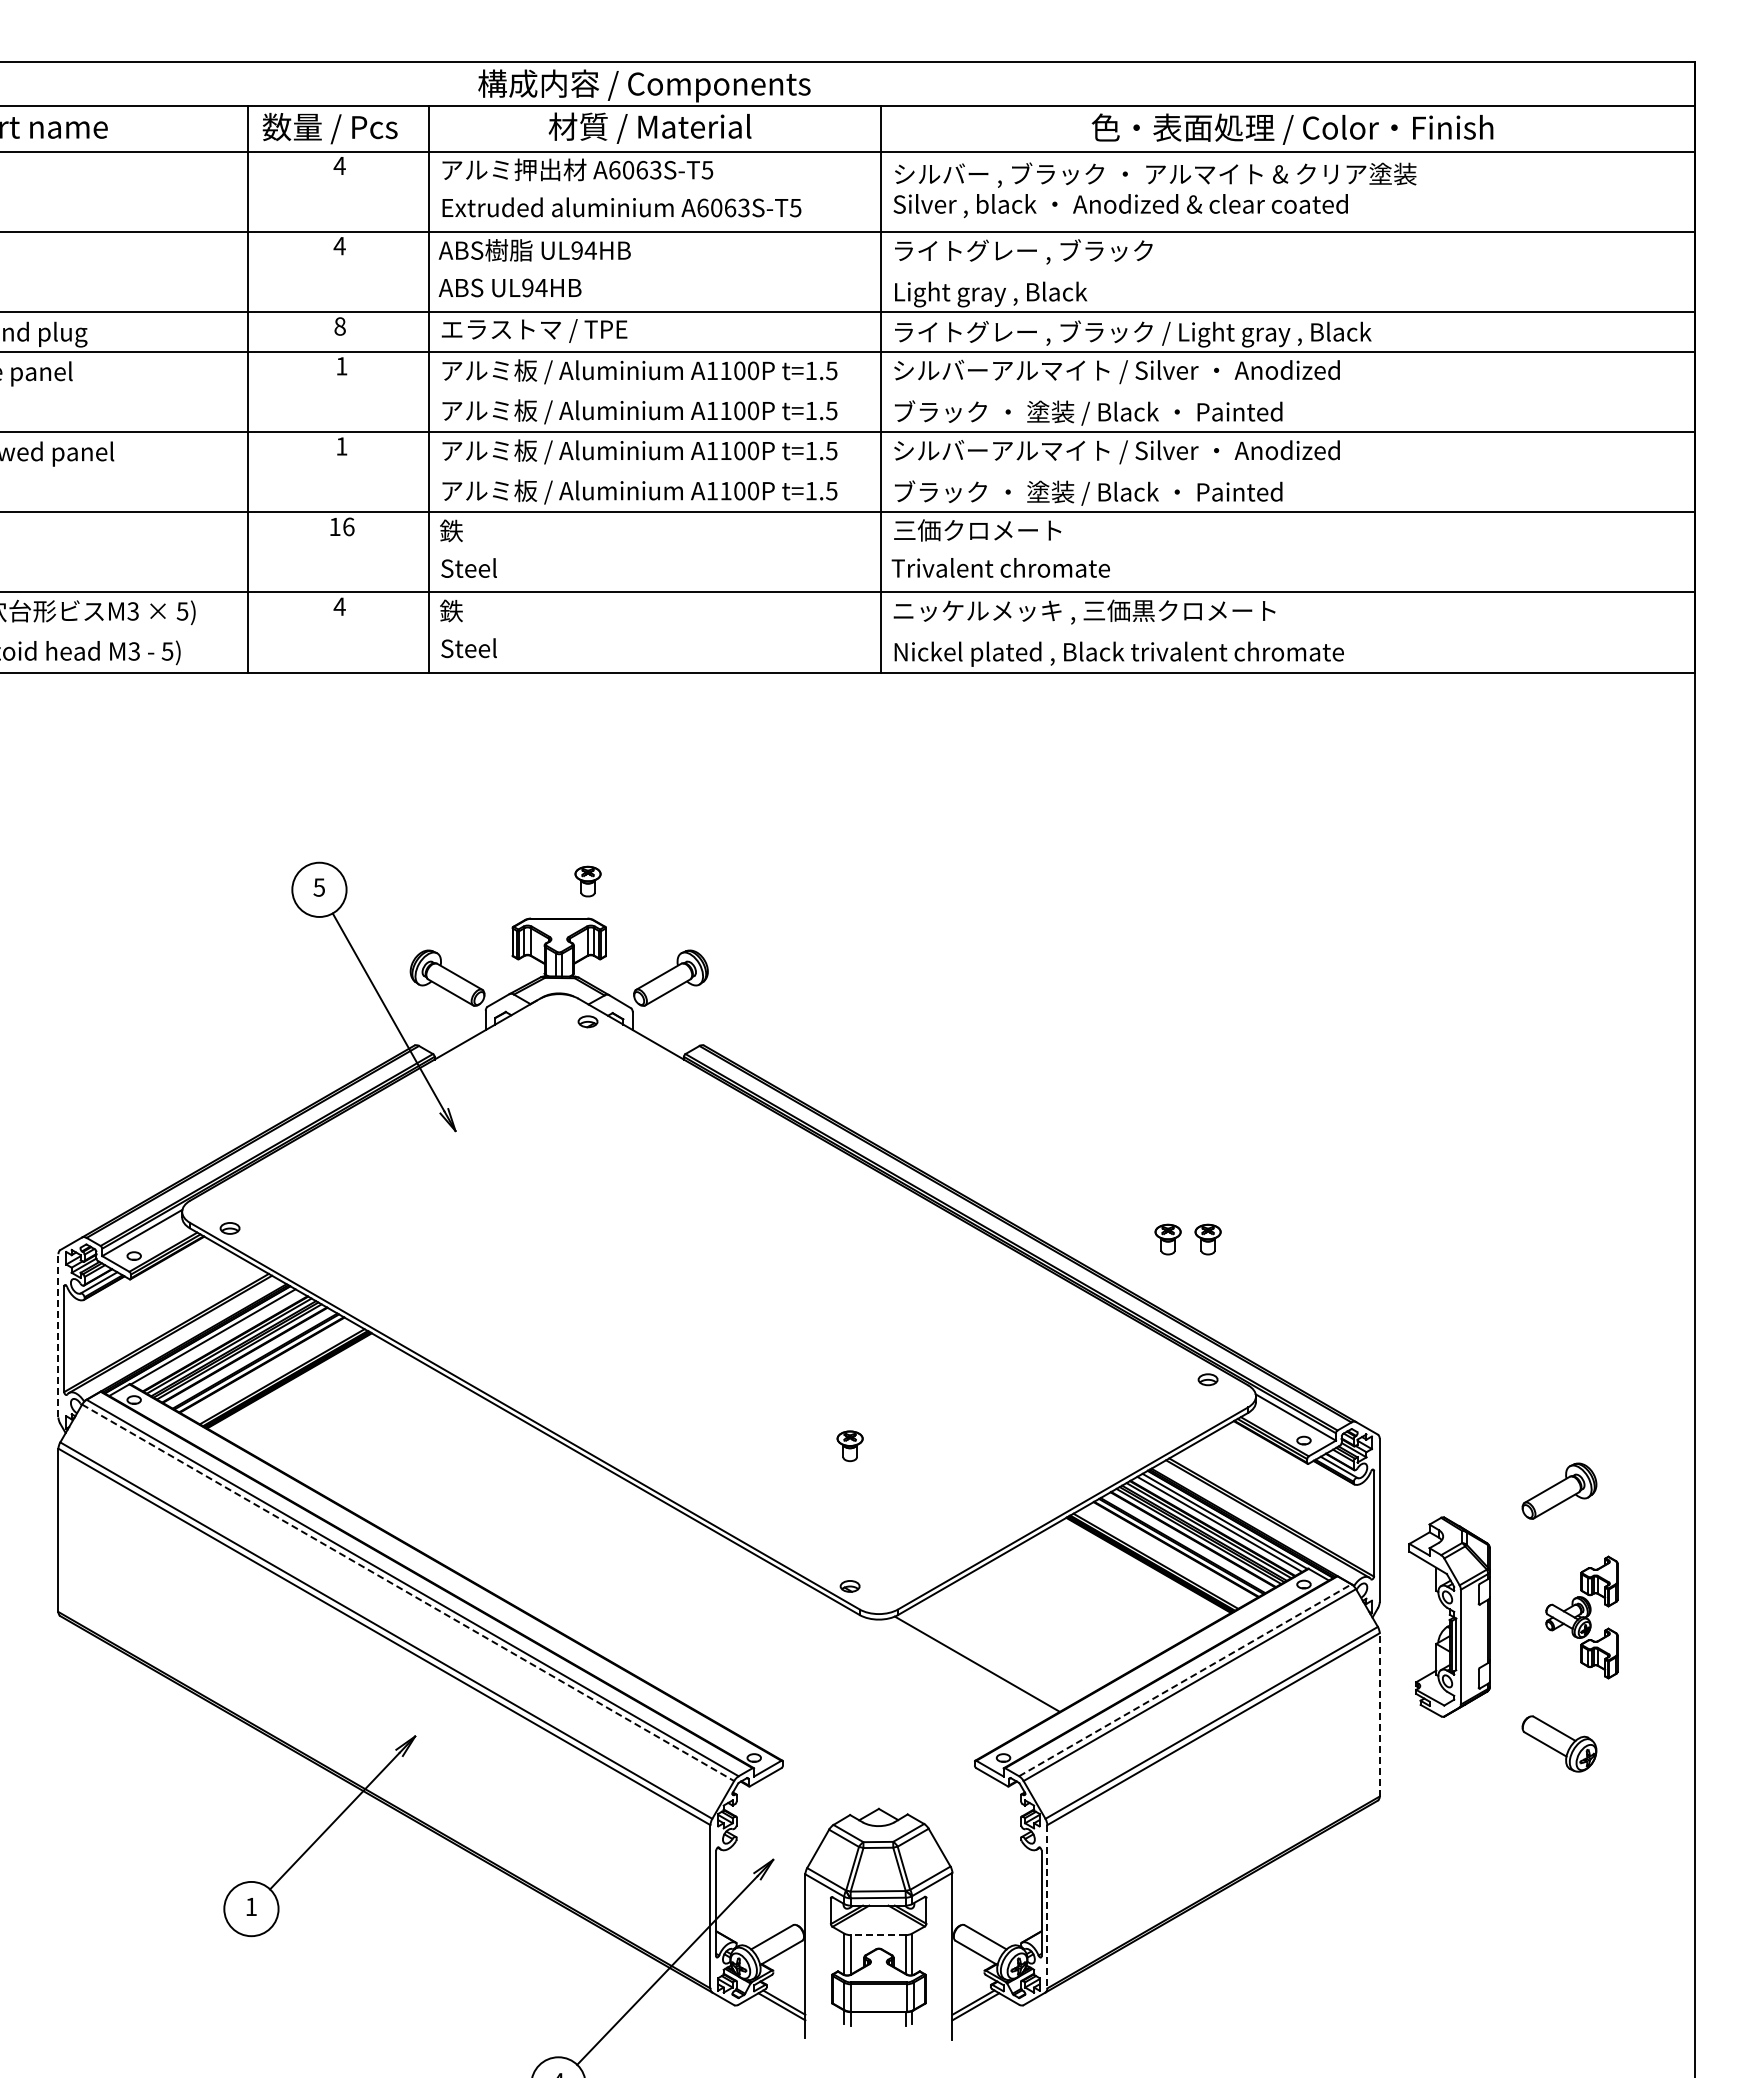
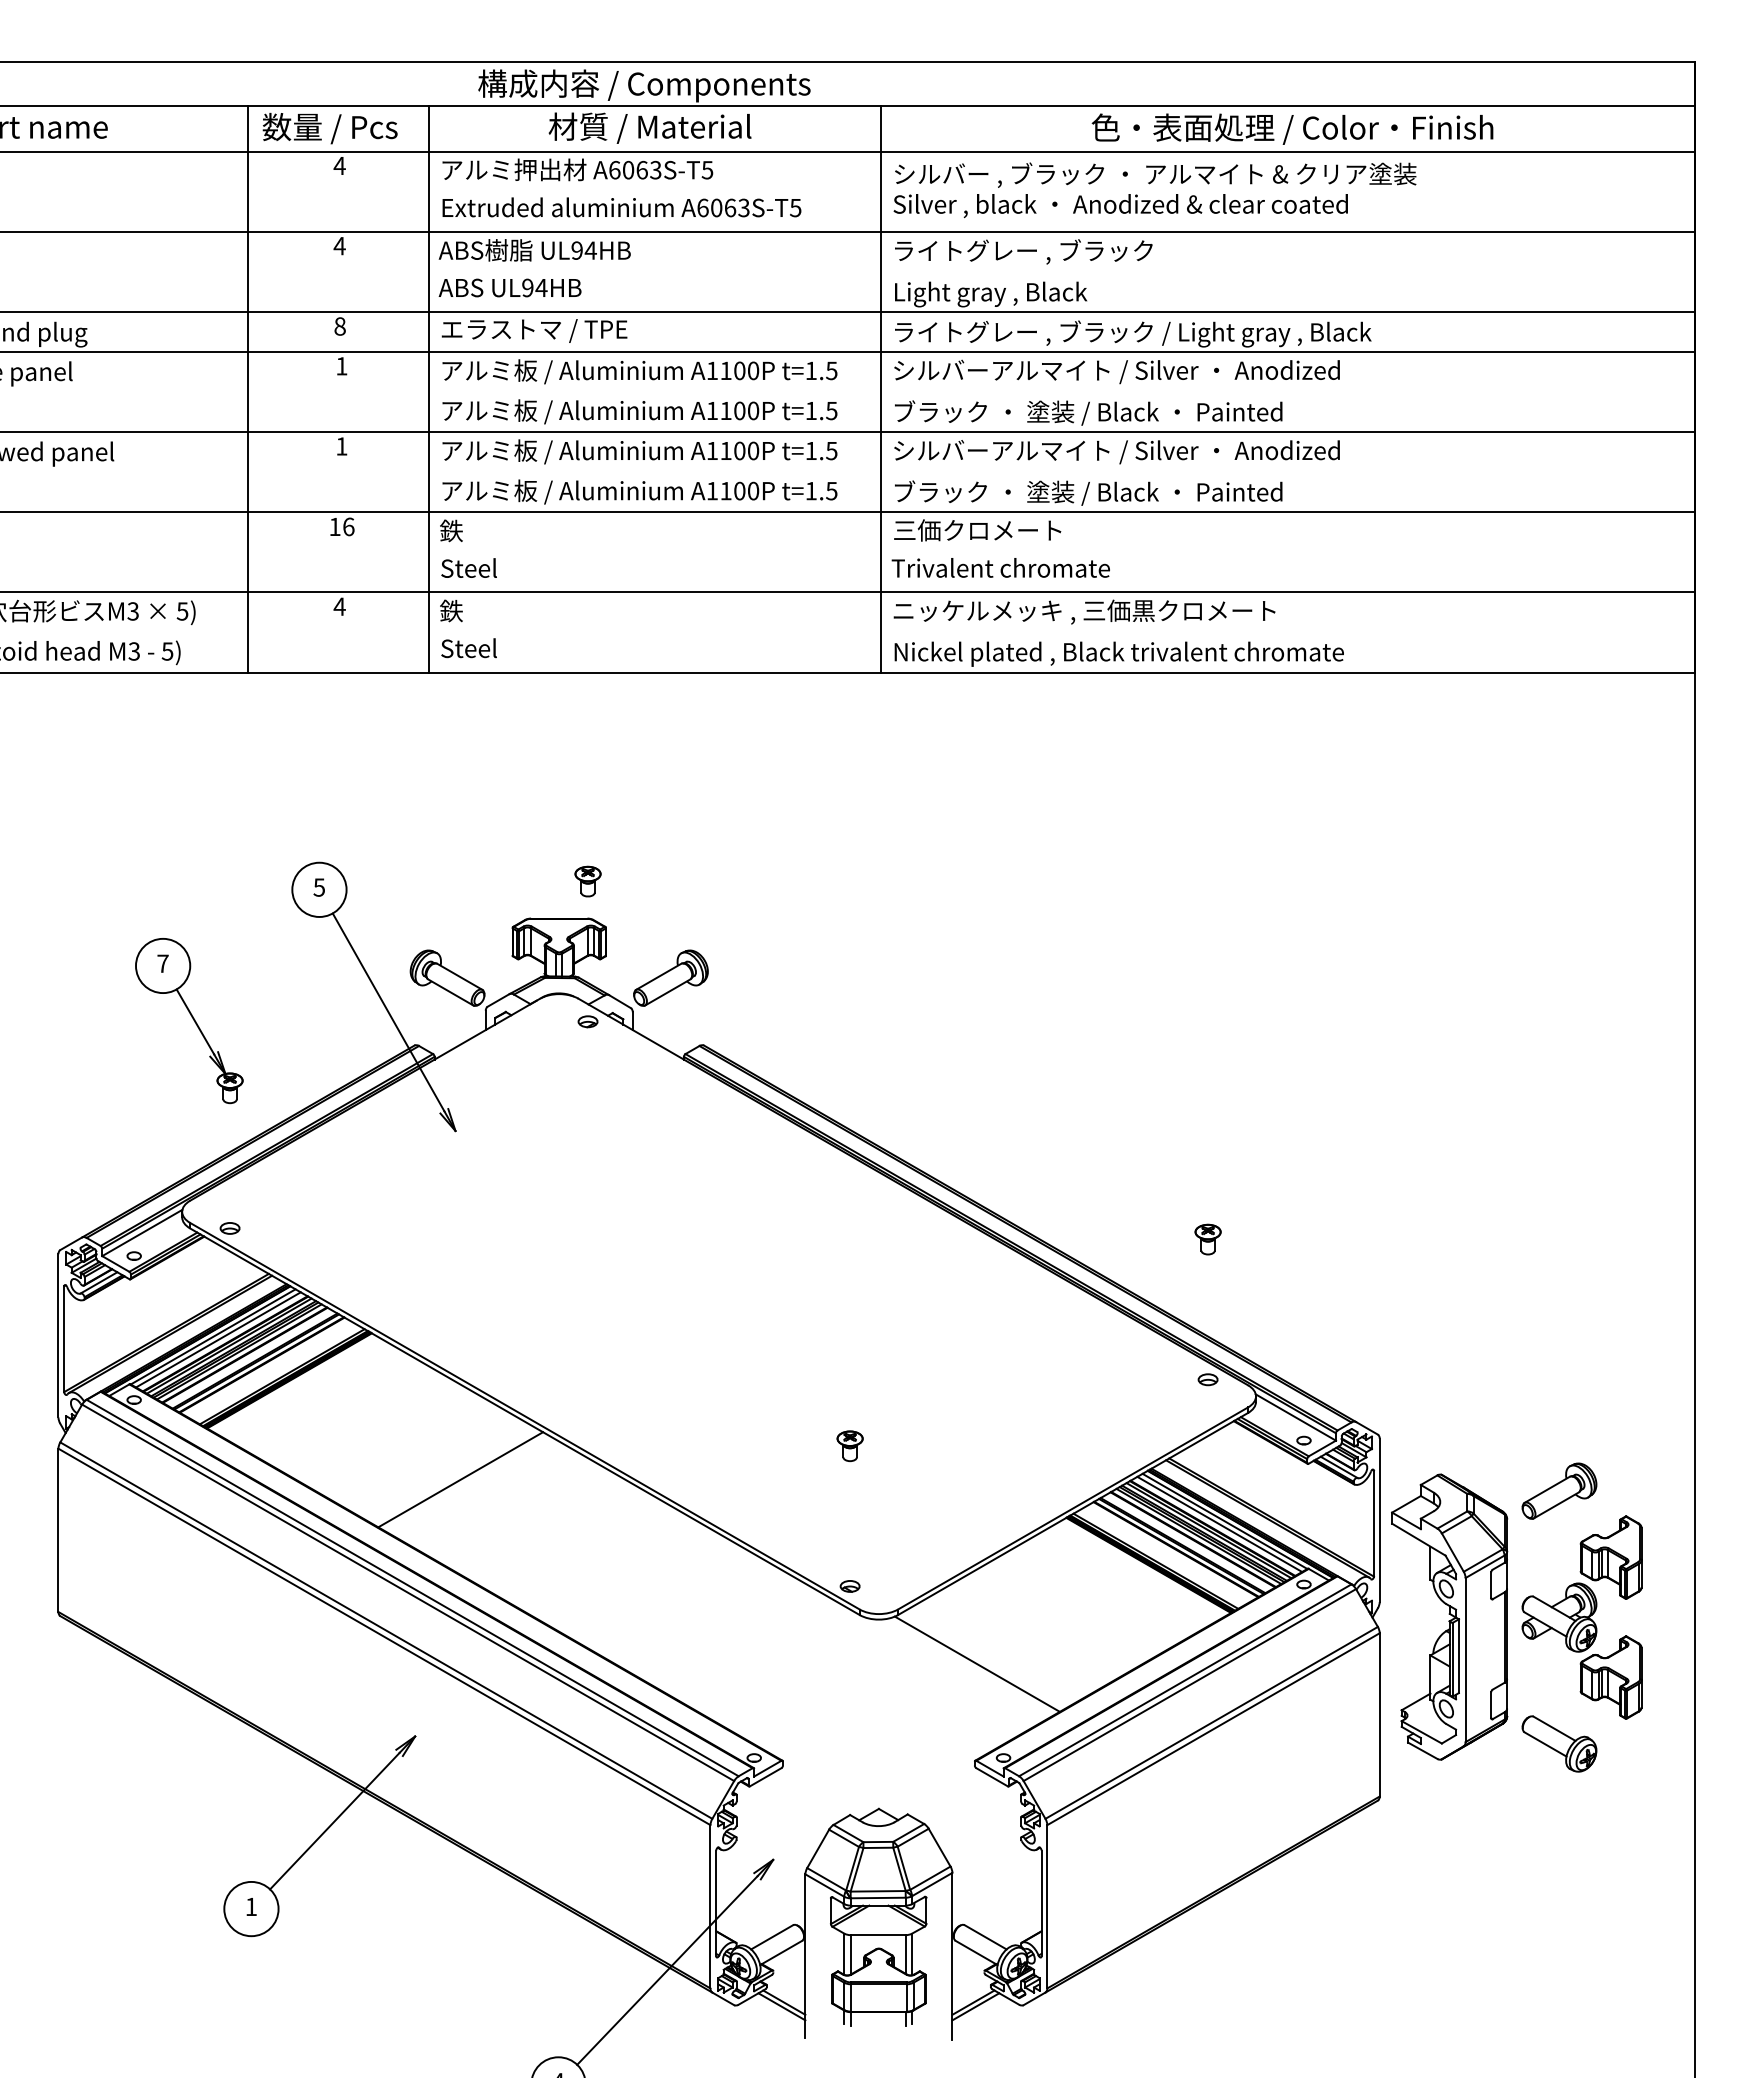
part at (189, 1021): none -> present
part at (1167, 1239): present -> none
line at (58, 1335): dashed -> solid
line at (218, 1339): none -> present
line at (460, 1479): none -> present
line at (408, 1593): dashed -> solid
part at (1449, 1616) size: 83x202 px -> 118x288 px
part at (1581, 1617) size: 74x125 px -> 122x205 px
line at (1185, 1680): dashed -> solid
line at (1379, 1714): dashed -> solid
line at (1047, 1906): dashed -> solid
line at (878, 1935): dashed -> solid
